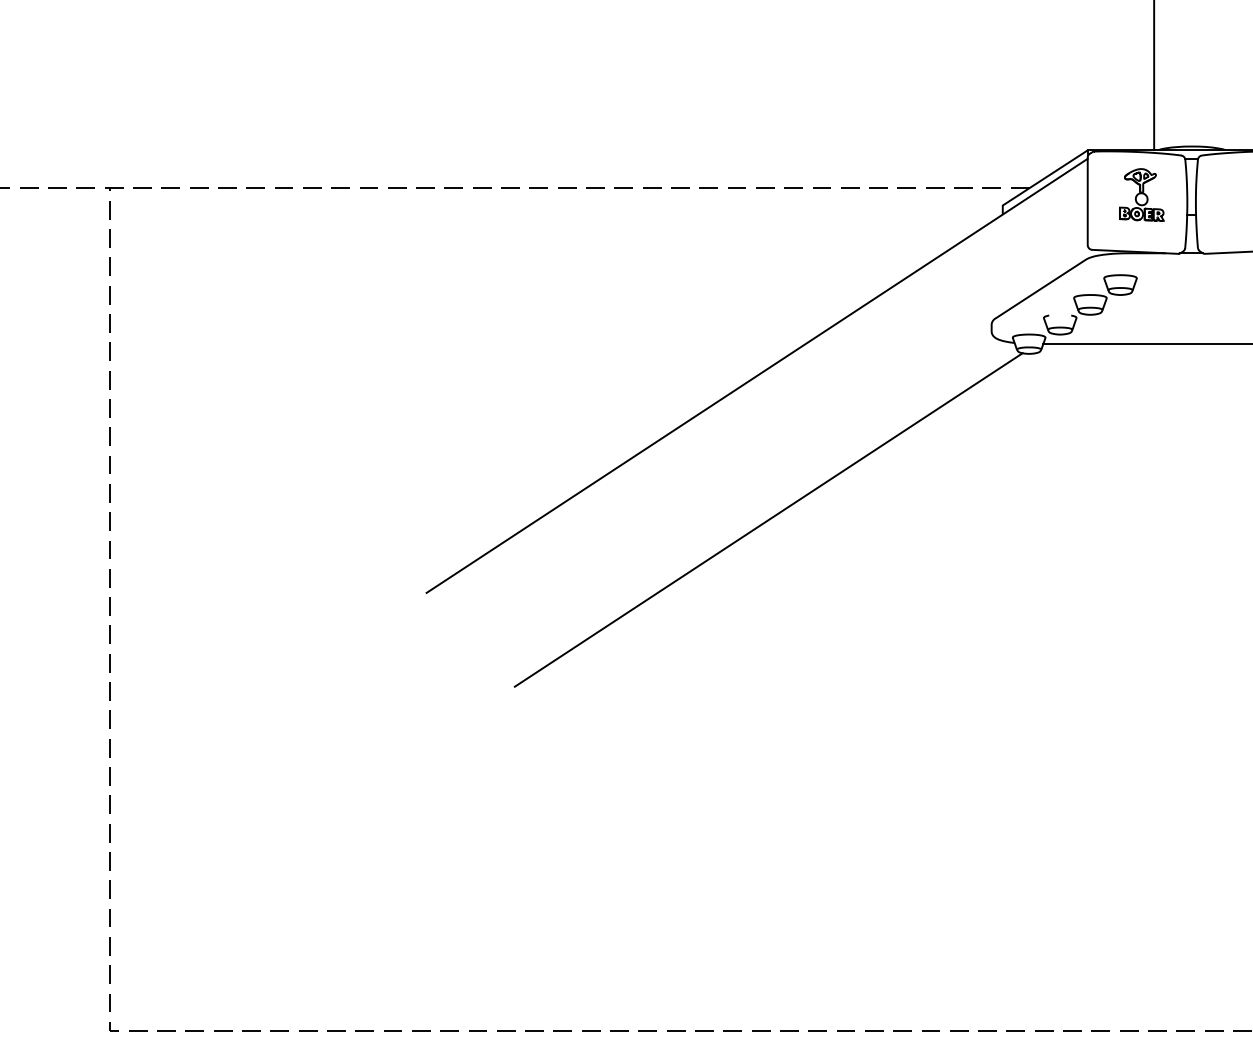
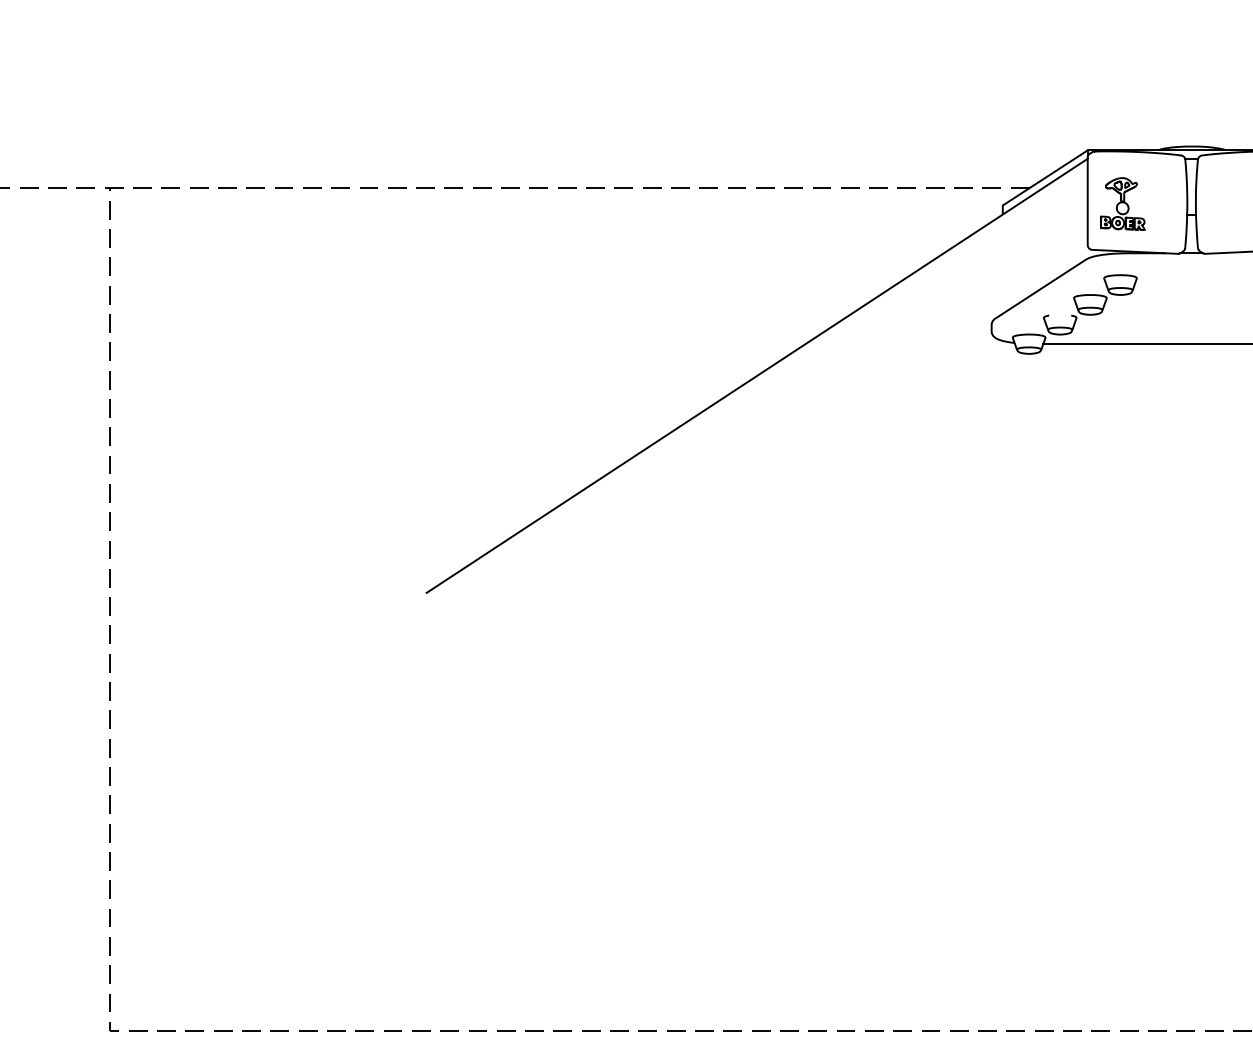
line at (1154, 76): present -> none
part at (1141, 194) position: (1141, 194) -> (1122, 203)
line at (768, 519): present -> none
